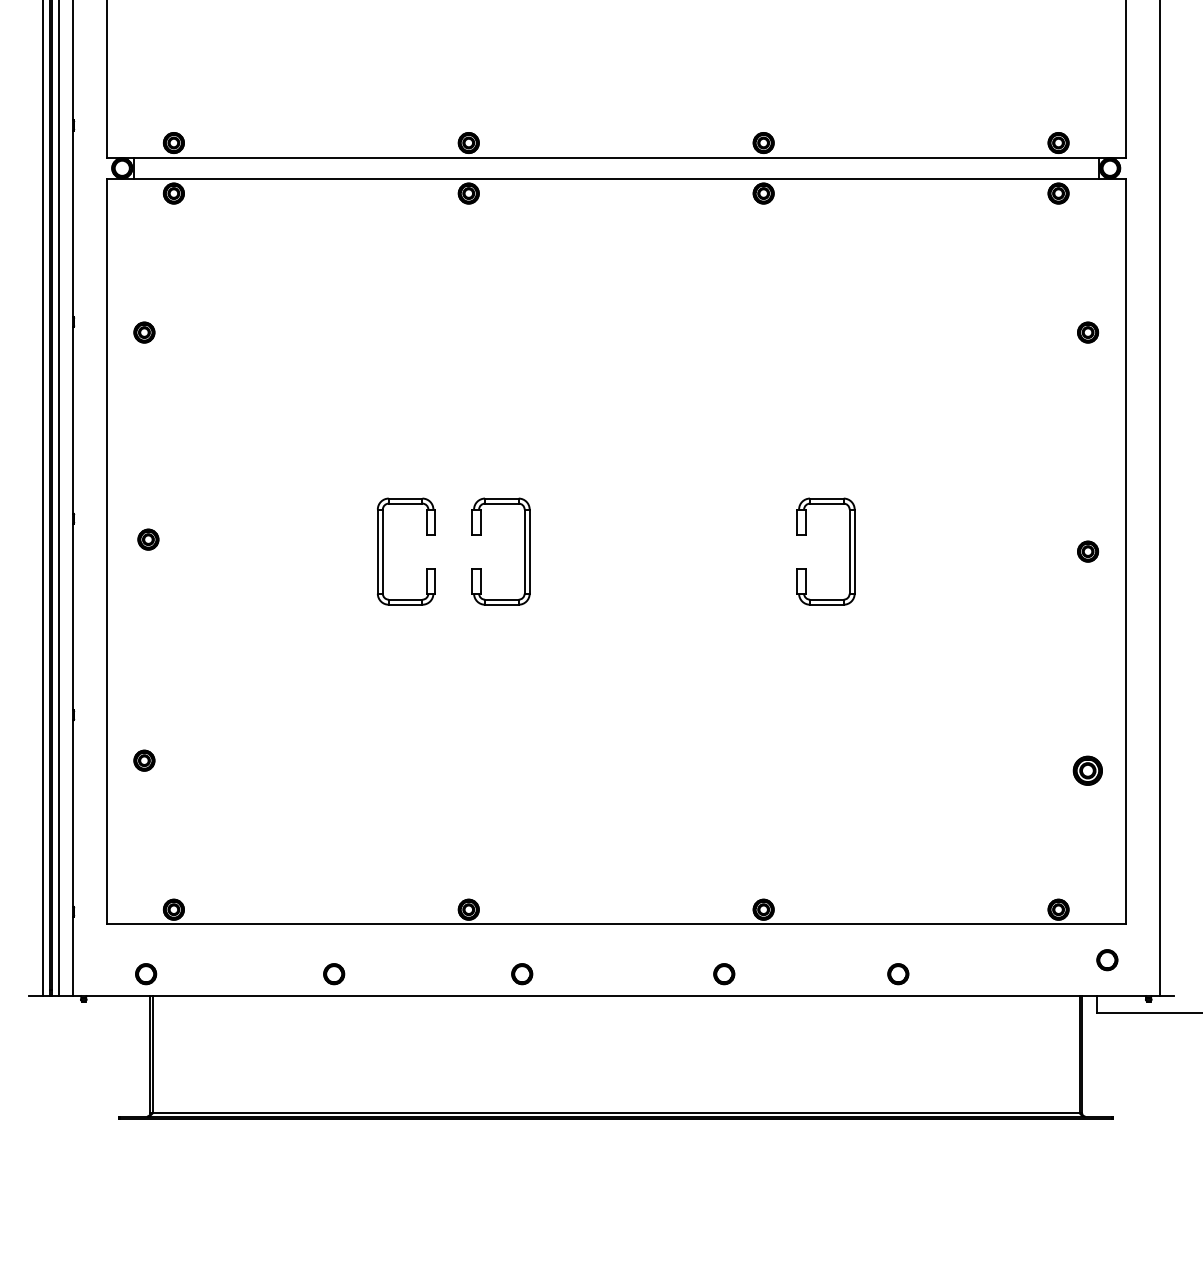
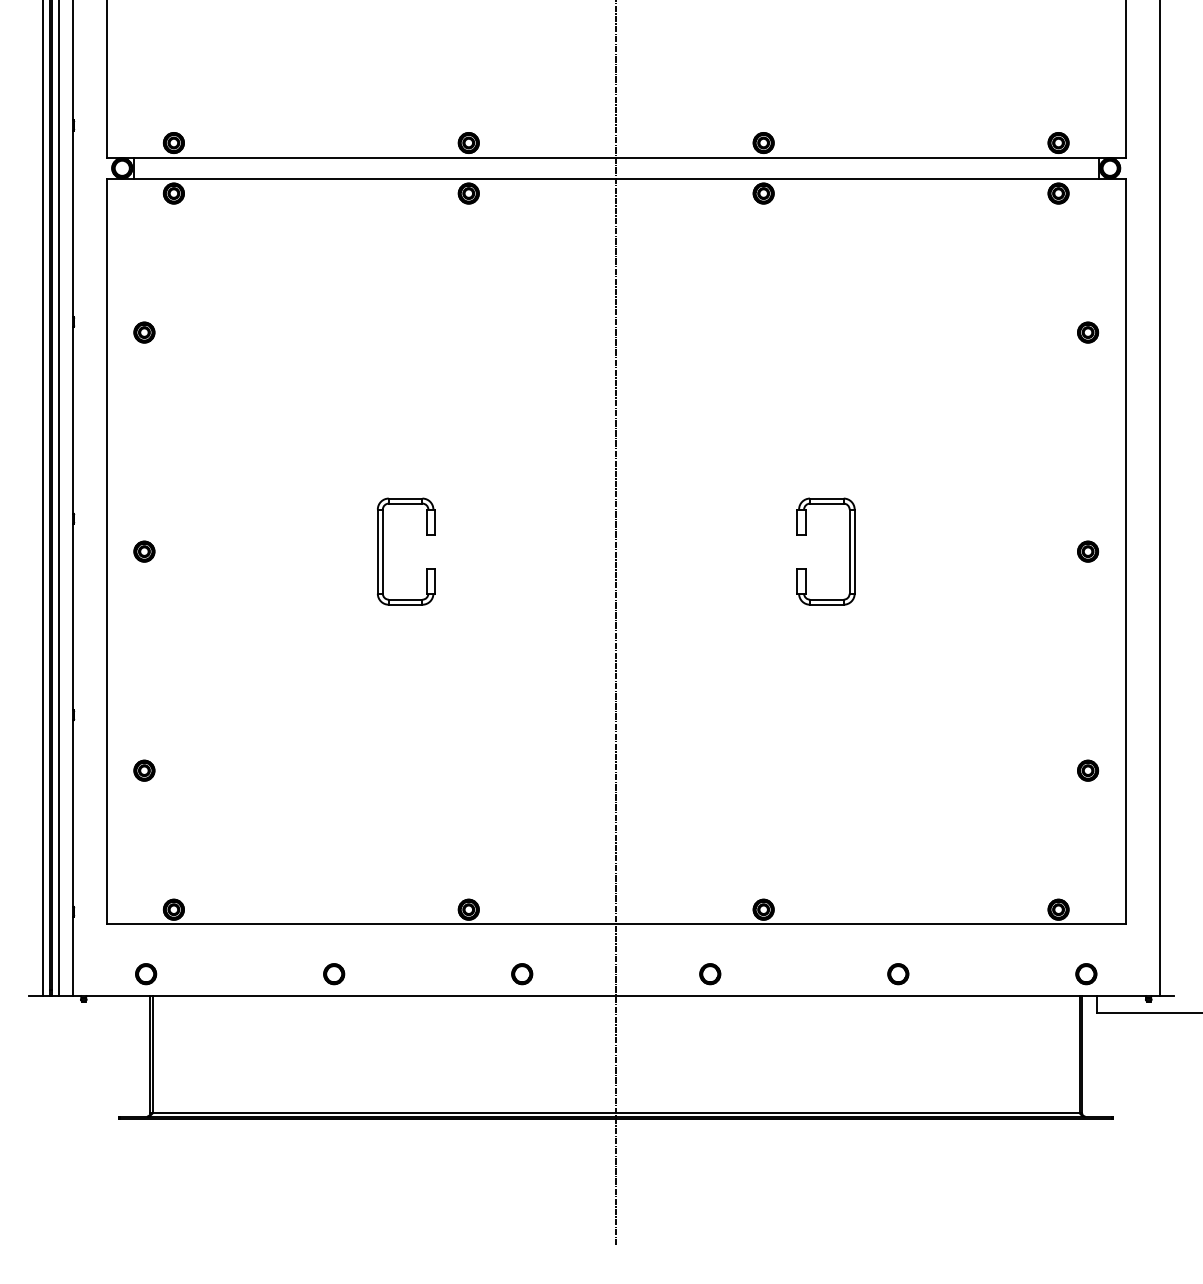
part at (148, 539) position: (148, 539) -> (144, 551)
part at (524, 551): present -> none
line at (616, 623): none -> present
part at (144, 760) position: (144, 760) -> (144, 770)
part at (1087, 770) size: 31x31 px -> 23x23 px
part at (1107, 960) position: (1107, 960) -> (1086, 974)
part at (724, 974) position: (724, 974) -> (710, 974)
